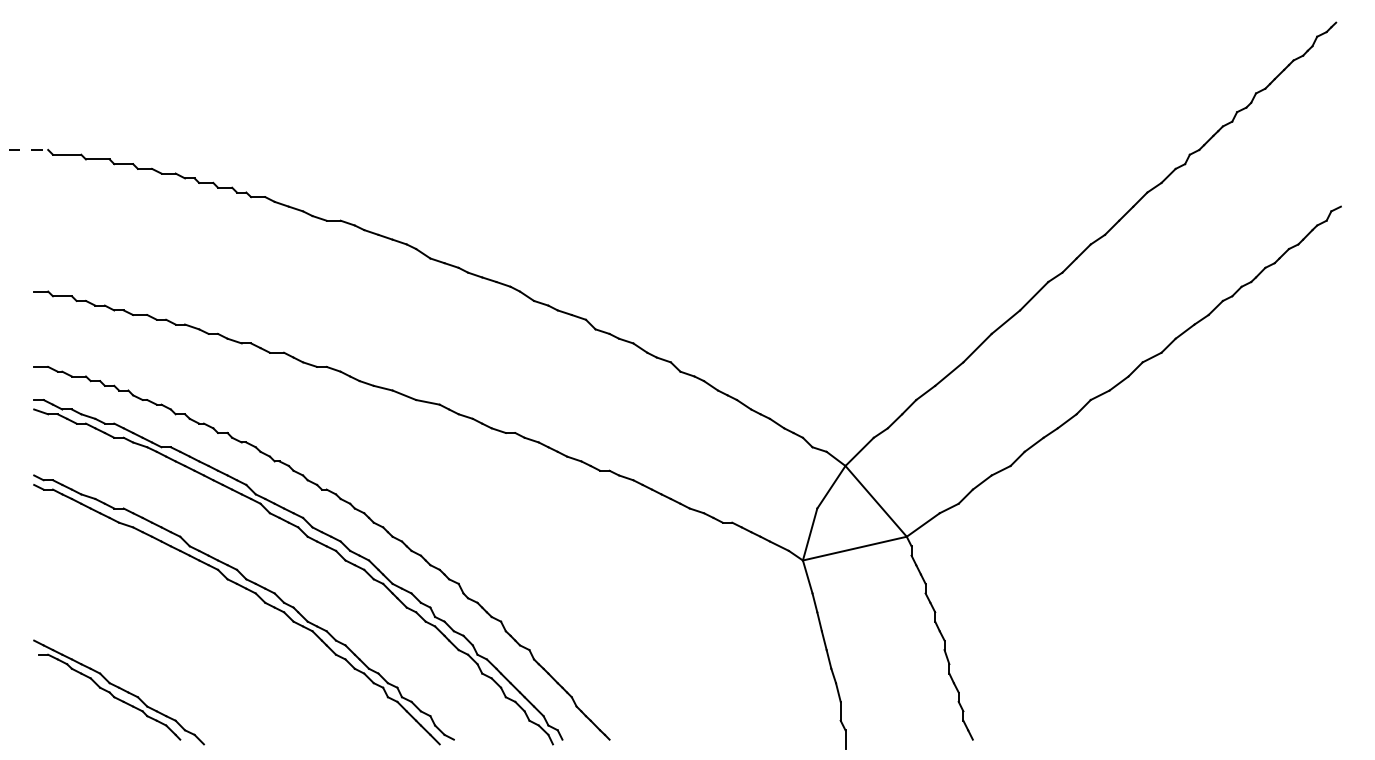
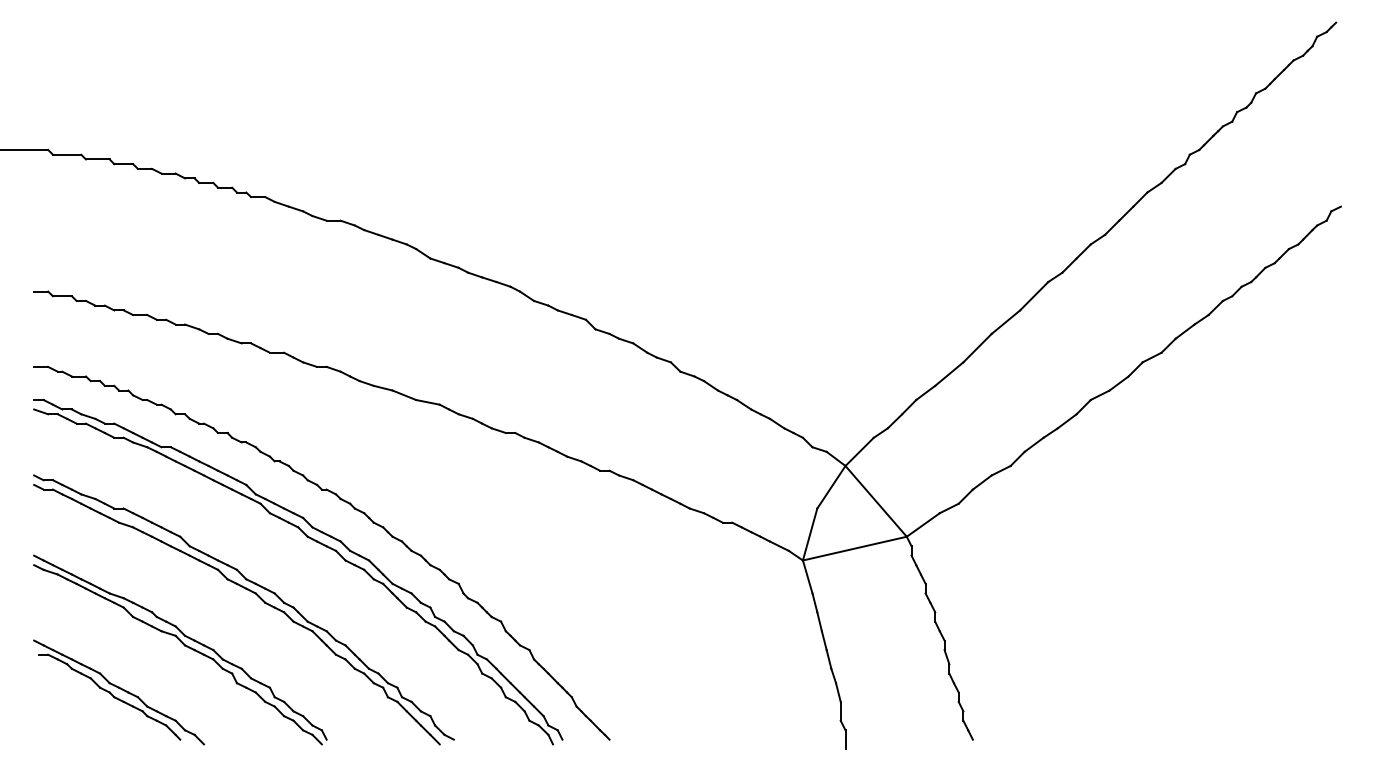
line at (24, 149): dashed -> solid
part at (180, 649): none -> present
